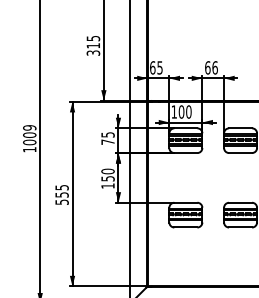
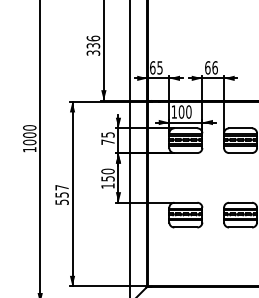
text at (93, 41): 315 -> 336
text at (29, 127): 1009 -> 1000
text at (61, 187): 555 -> 557
